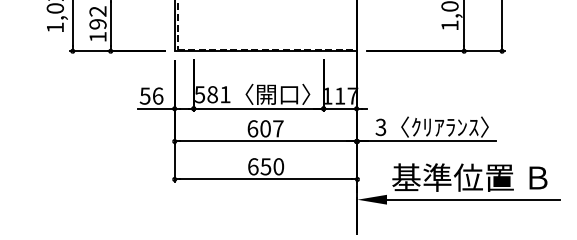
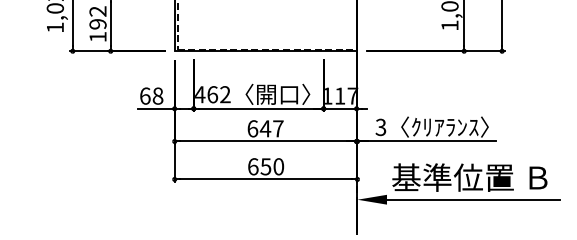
text at (212, 94): 581 -> 462
text at (151, 95): 56 -> 68
text at (265, 128): 607 -> 647
